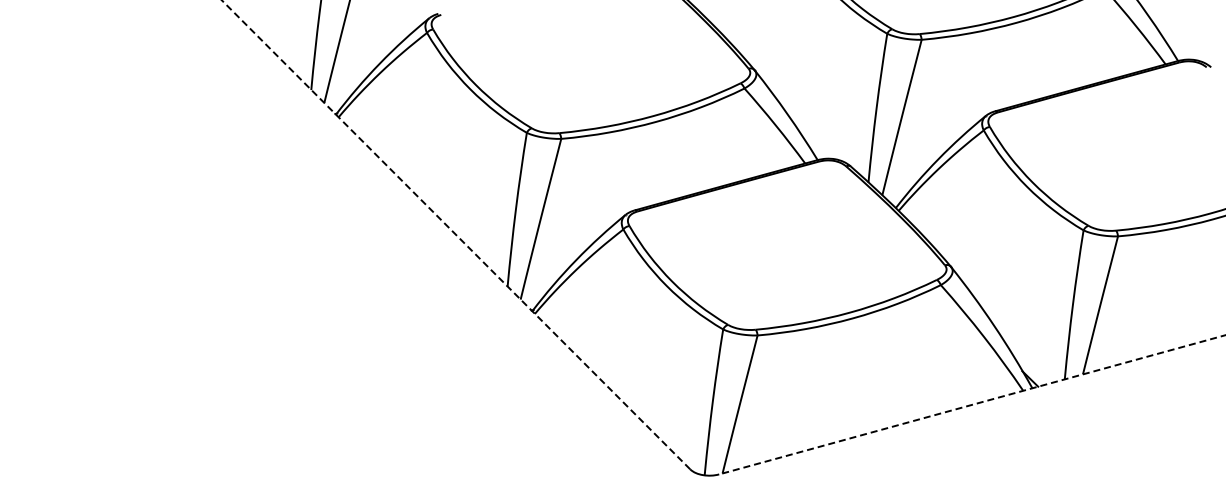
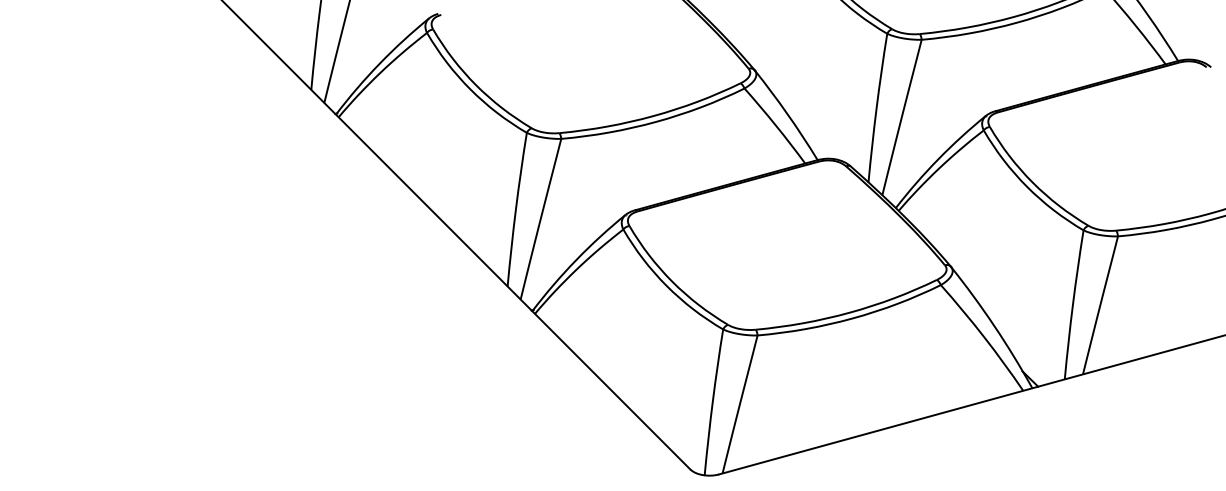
line at (455, 234): dashed -> solid
line at (971, 404): dashed -> solid
